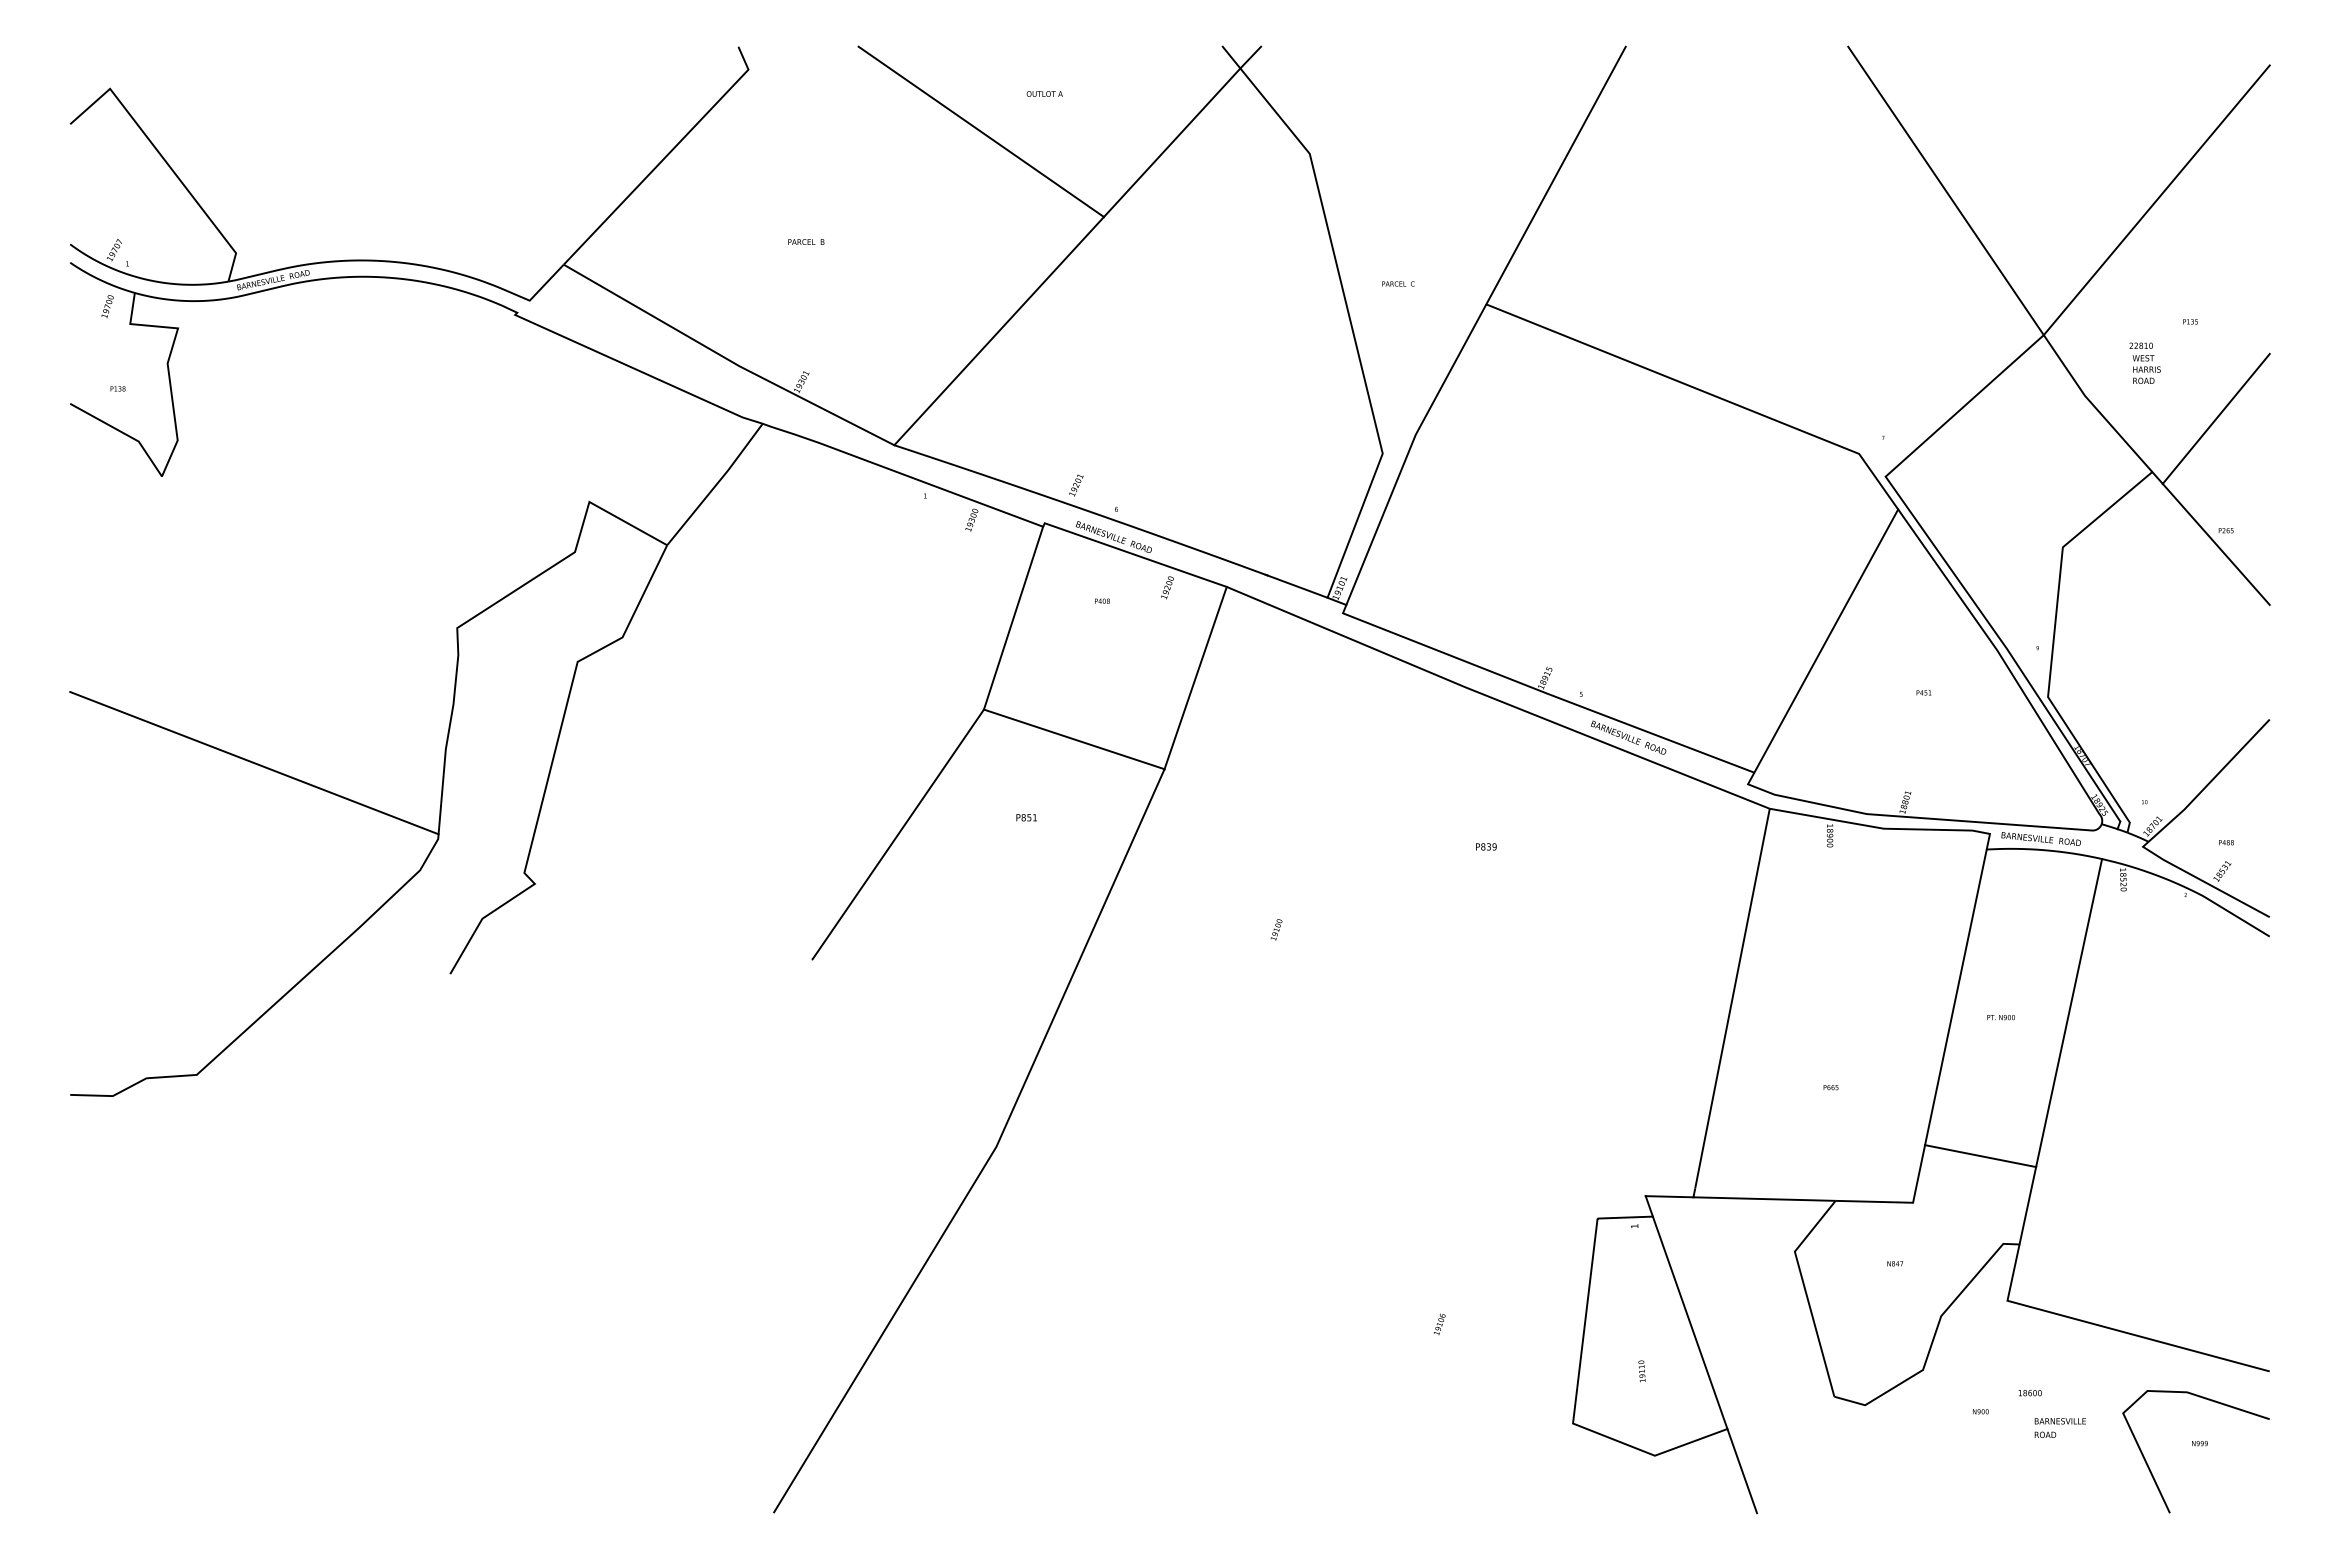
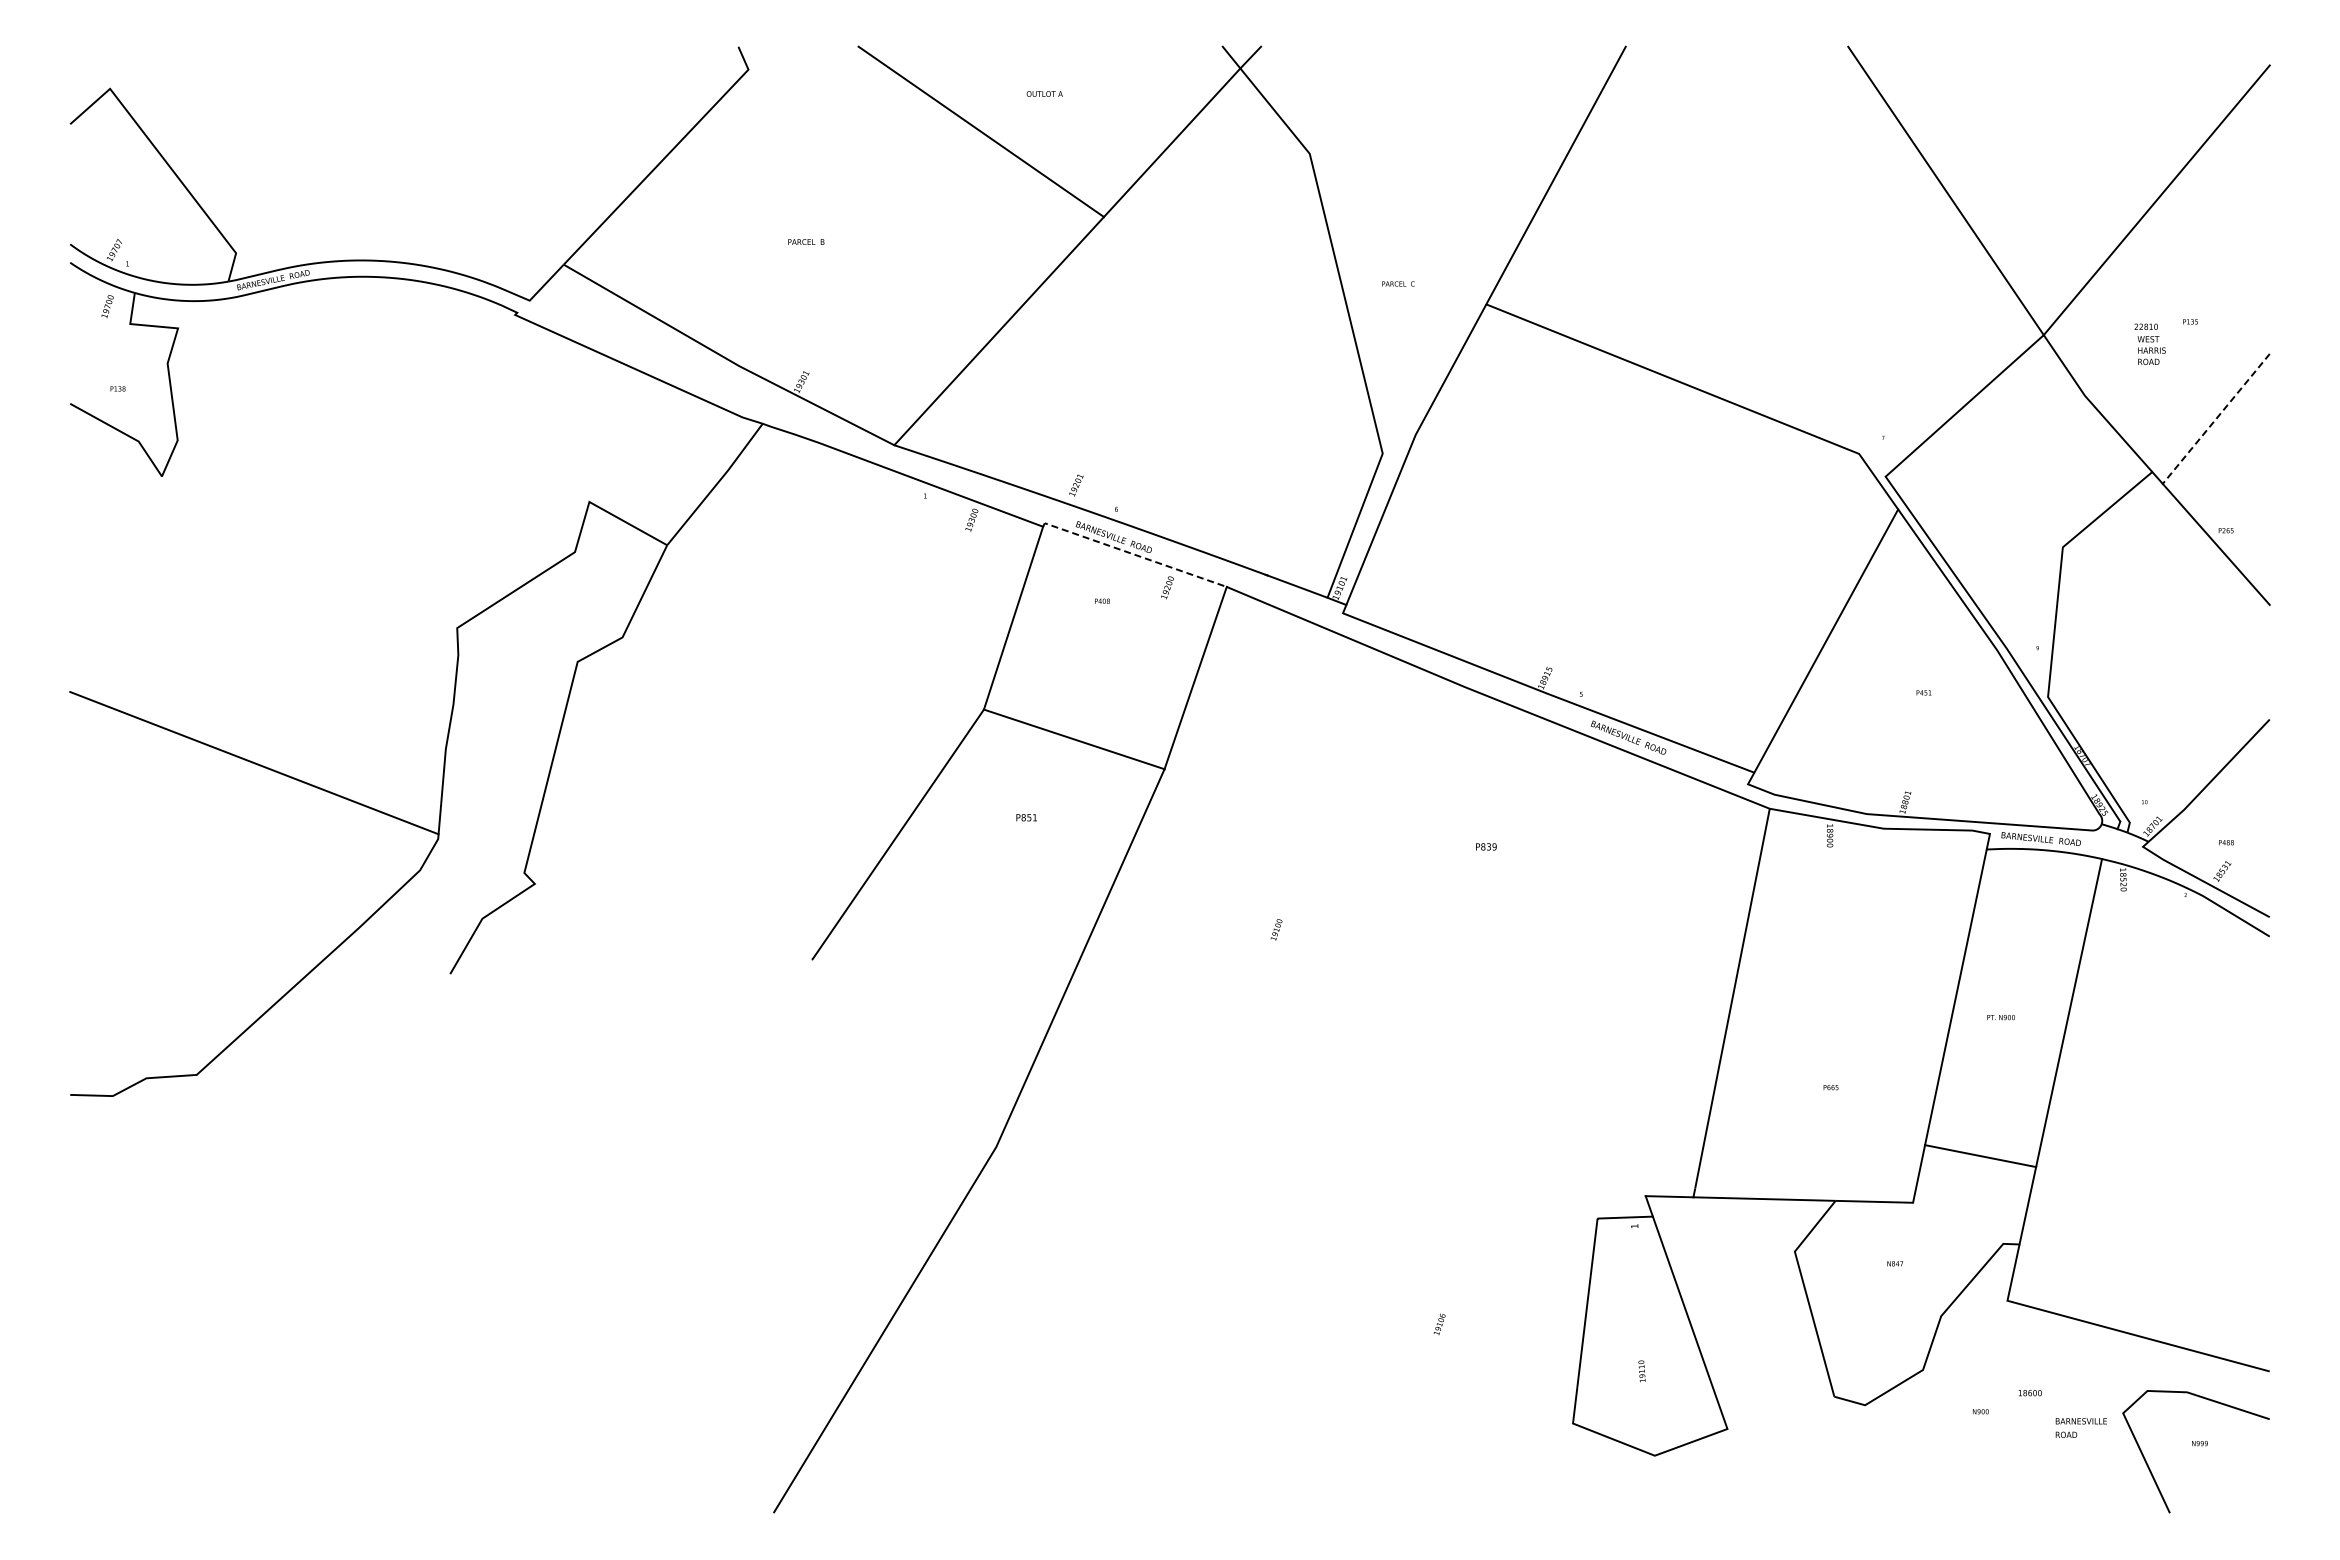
text at (2144, 362) position: (2144, 362) -> (2149, 343)
line at (2215, 419): solid -> dashed
line at (1133, 554): solid -> dashed
text at (2059, 1427) position: (2059, 1427) -> (2080, 1427)
line at (1742, 1471): present -> none
